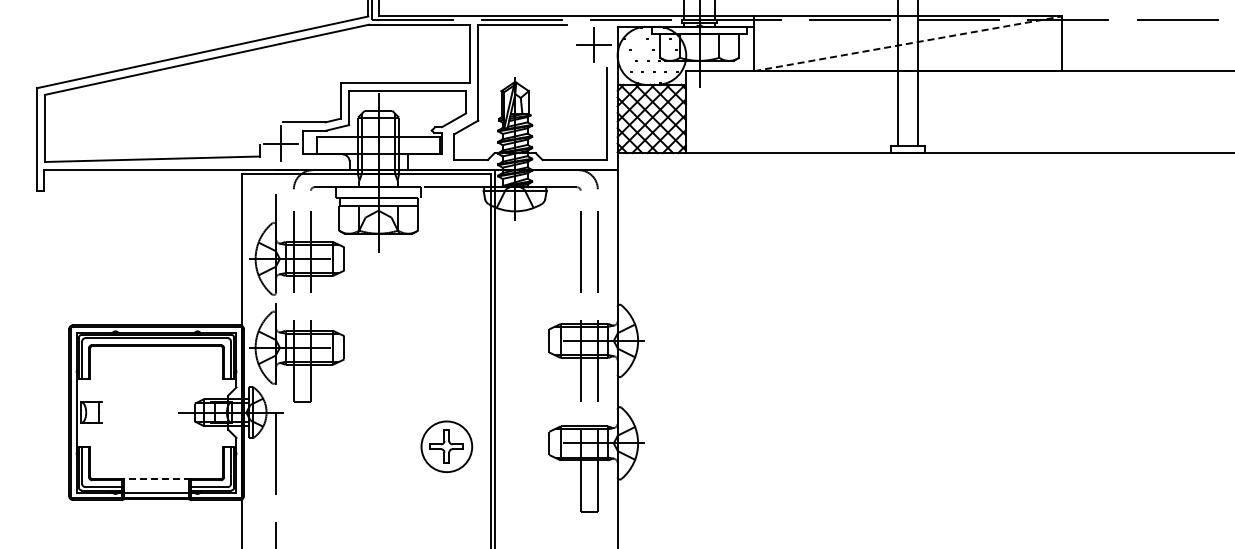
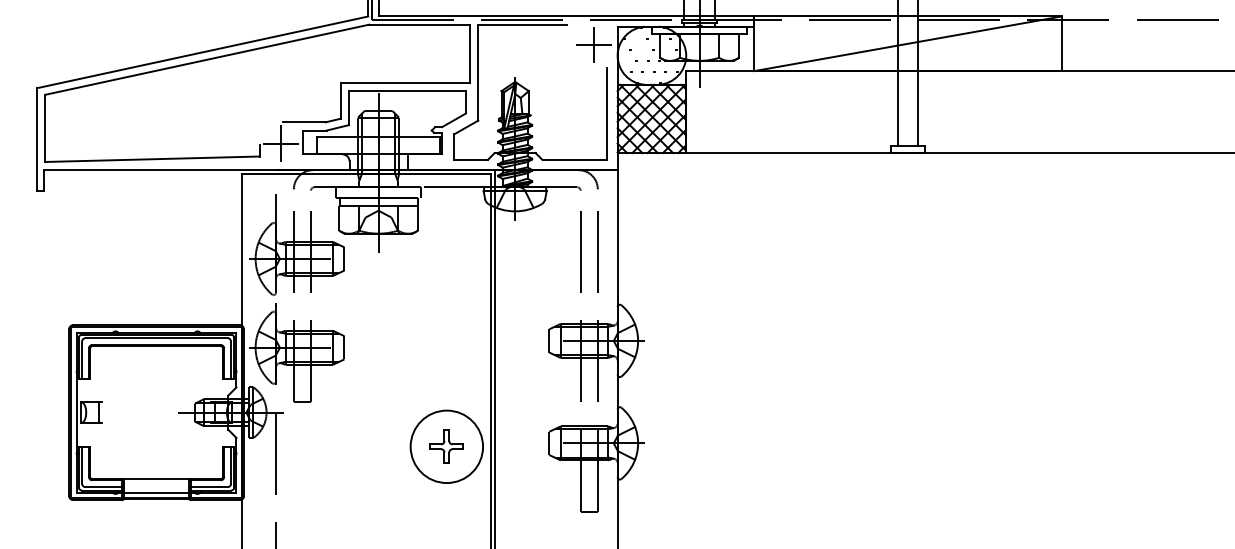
line at (908, 43): dashed -> solid
circle at (446, 446) diameter: 51 px -> 72 px
line at (156, 479): dashed -> solid
